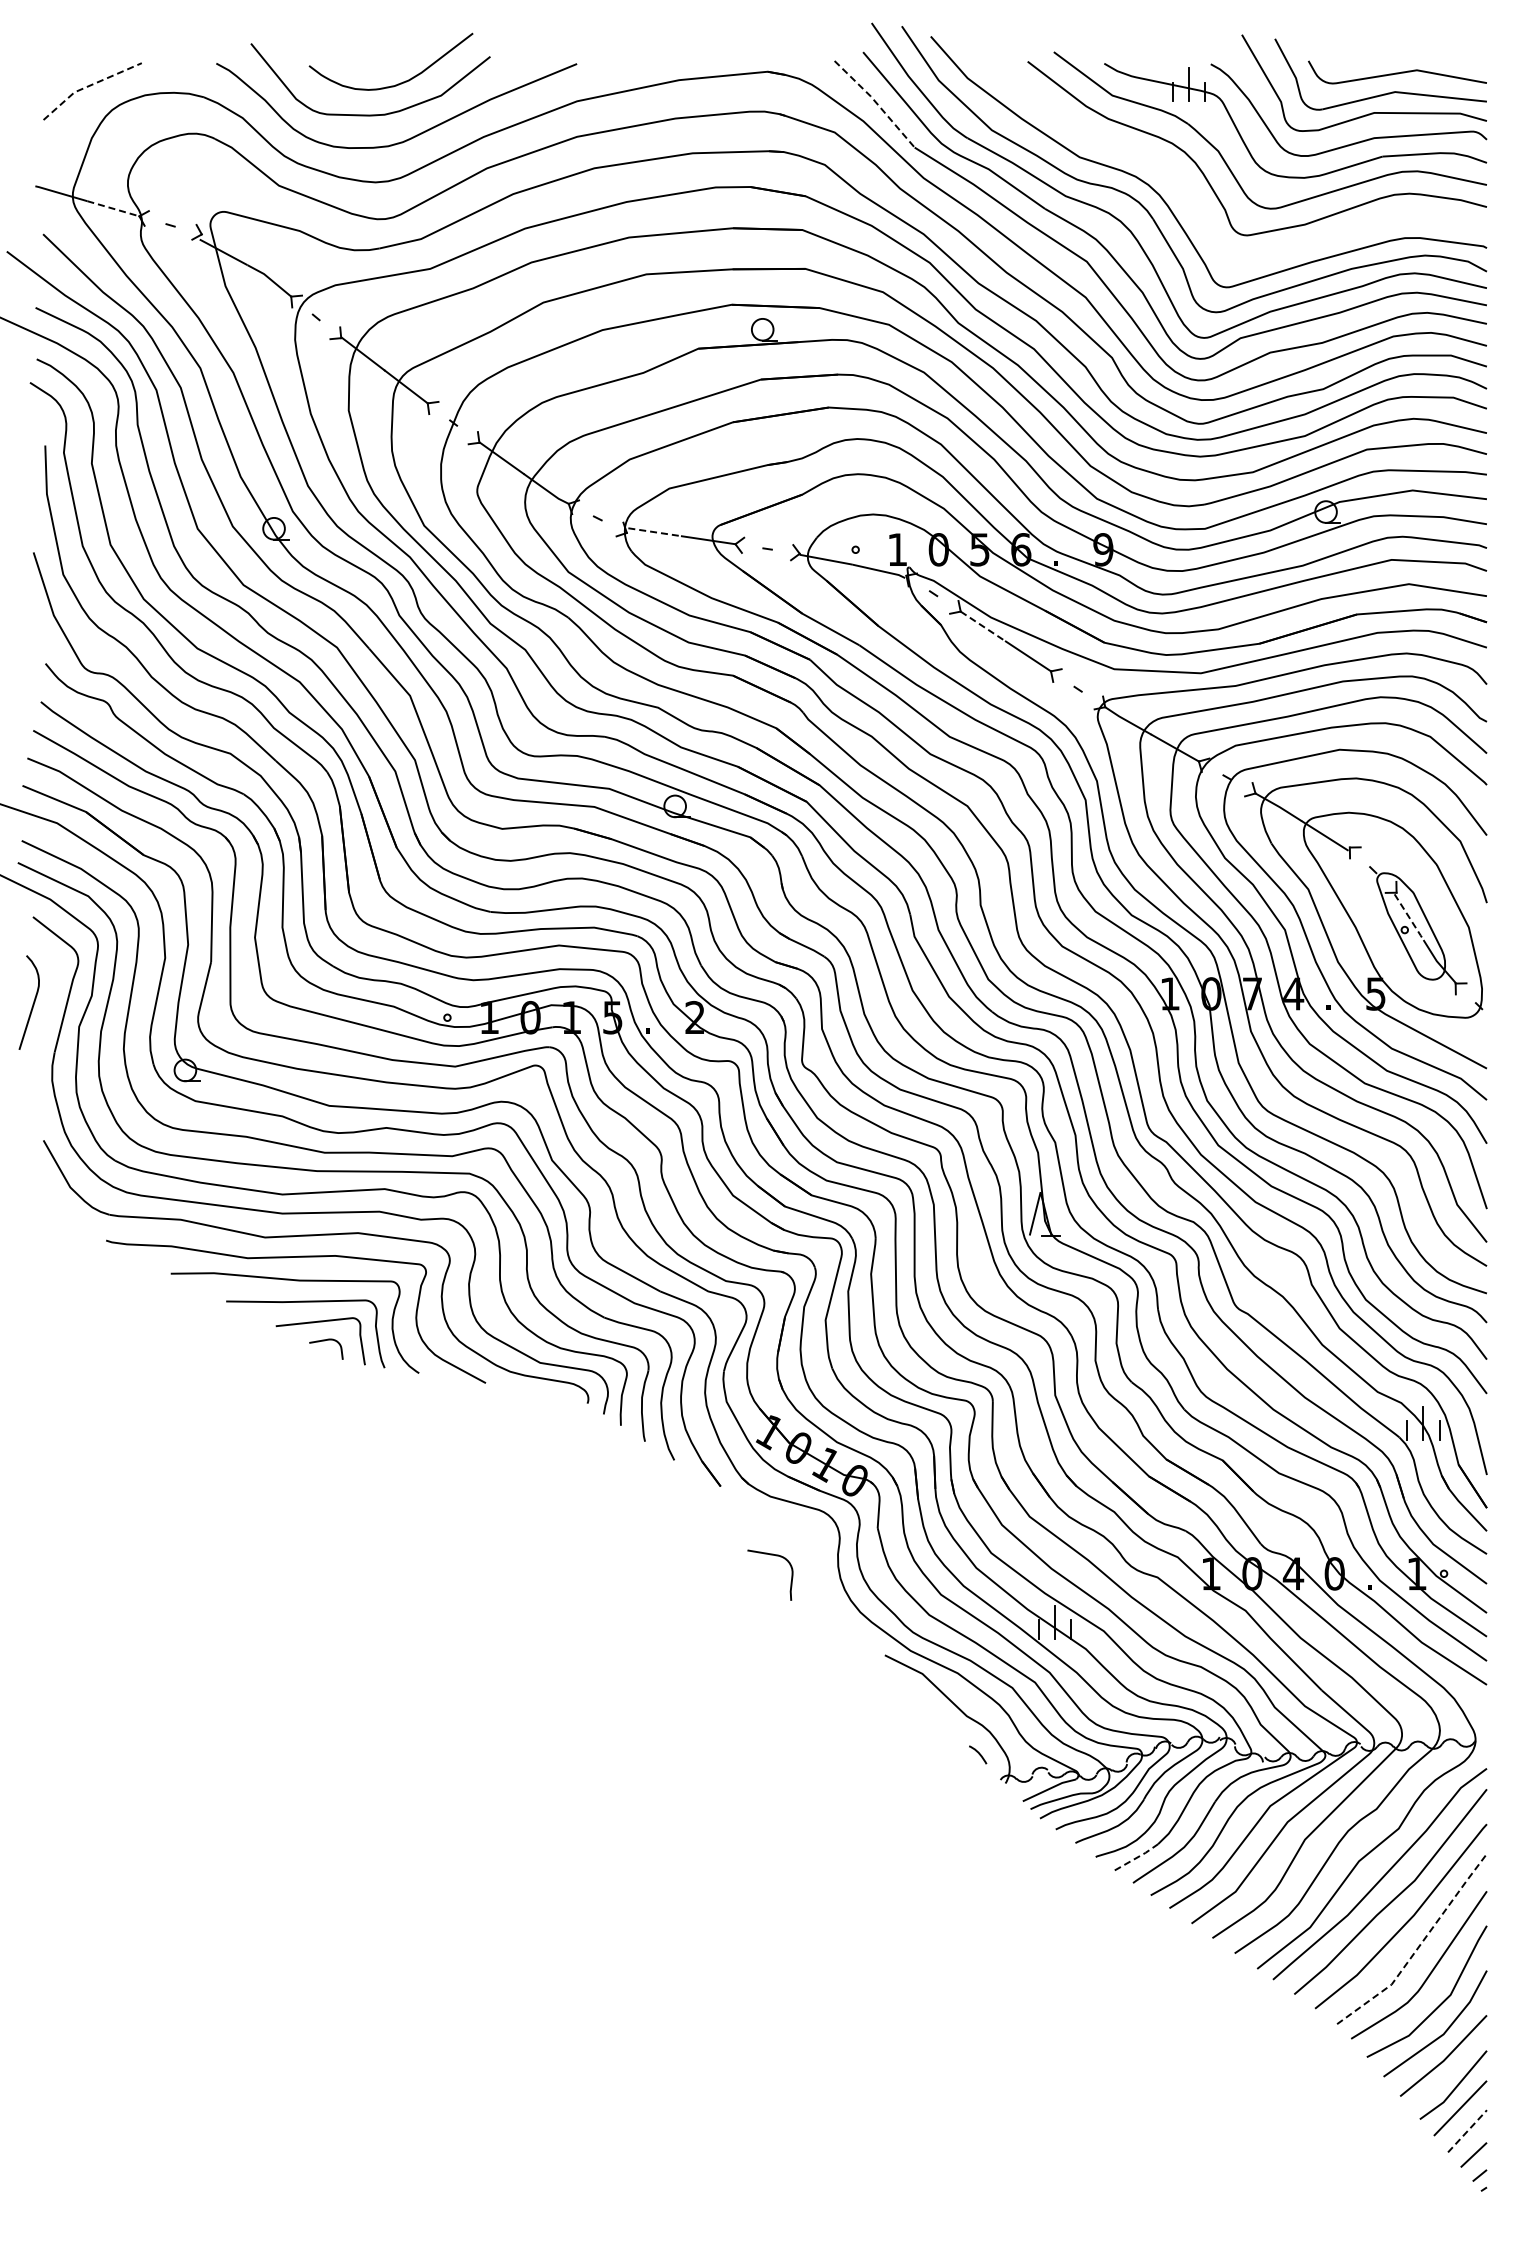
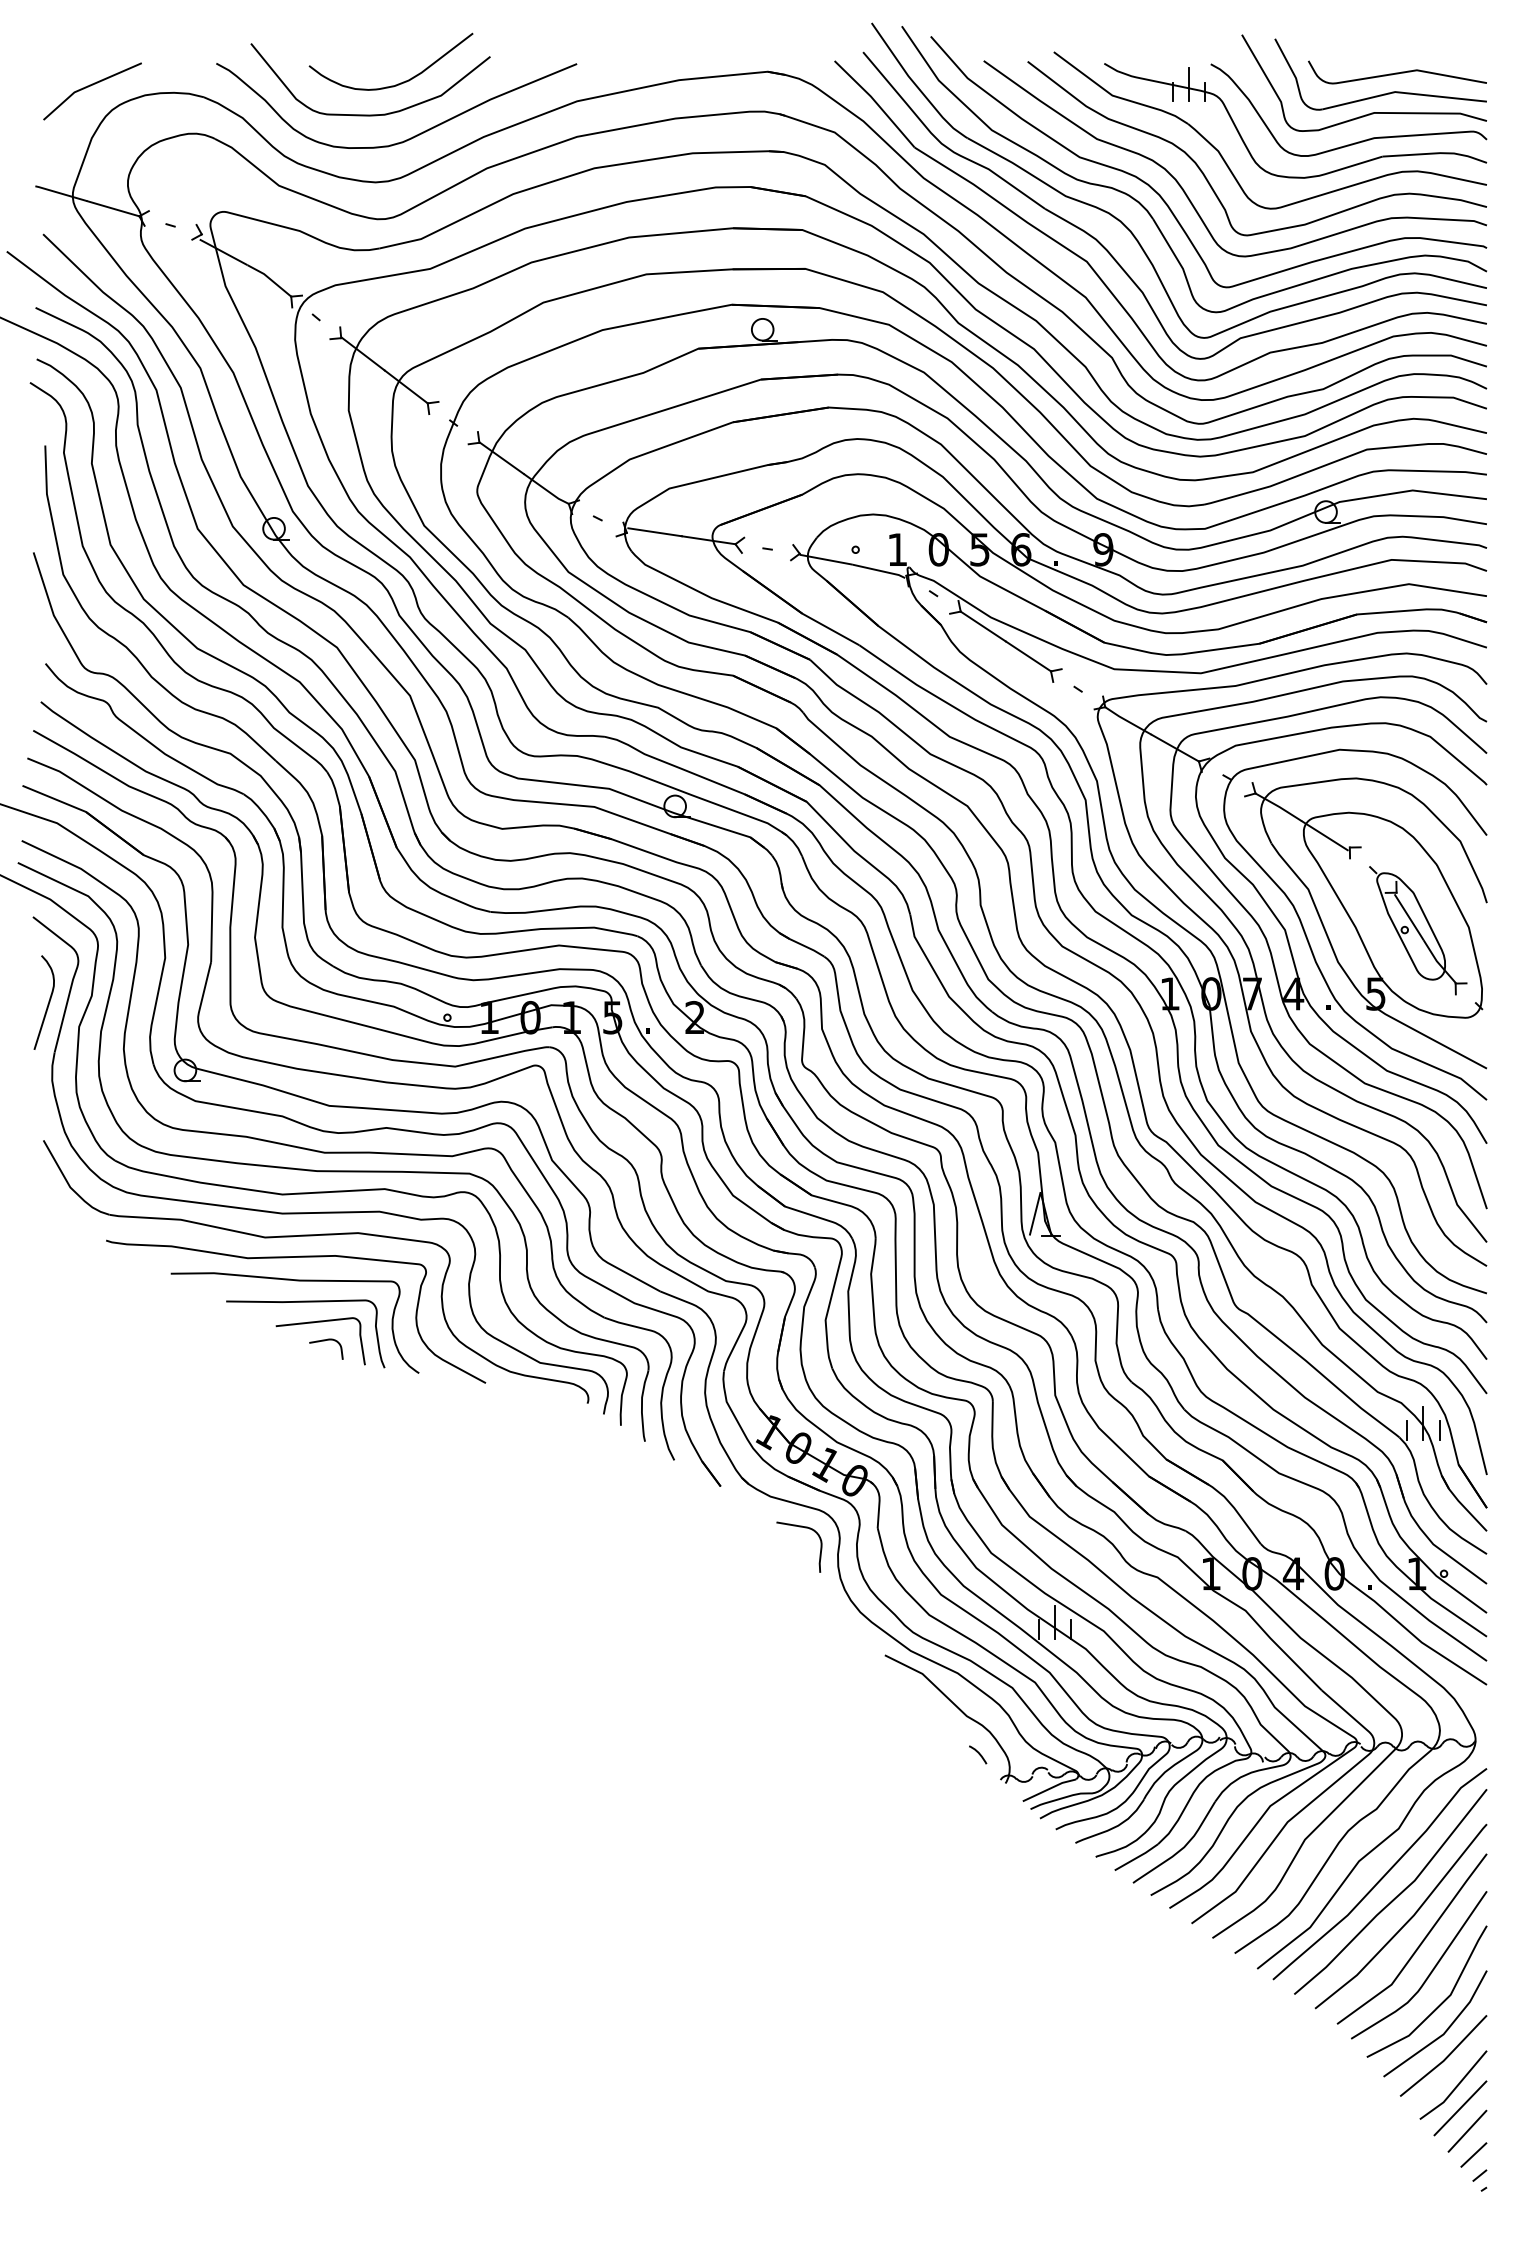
line at (89, 86): dashed -> solid
line at (876, 102): dashed -> solid
curve at (1185, 191): none -> present
line at (113, 208): dashed -> solid
line at (655, 532): dashed -> solid
line at (983, 626): dashed -> solid
line at (1409, 917): dashed -> solid
curve at (32, 1004) position: (32, 1004) -> (47, 1004)
curve at (776, 1556) position: (776, 1556) -> (805, 1528)
line at (1137, 1857): dashed -> solid
line at (1419, 1945): dashed -> solid
line at (1467, 2131): dashed -> solid
